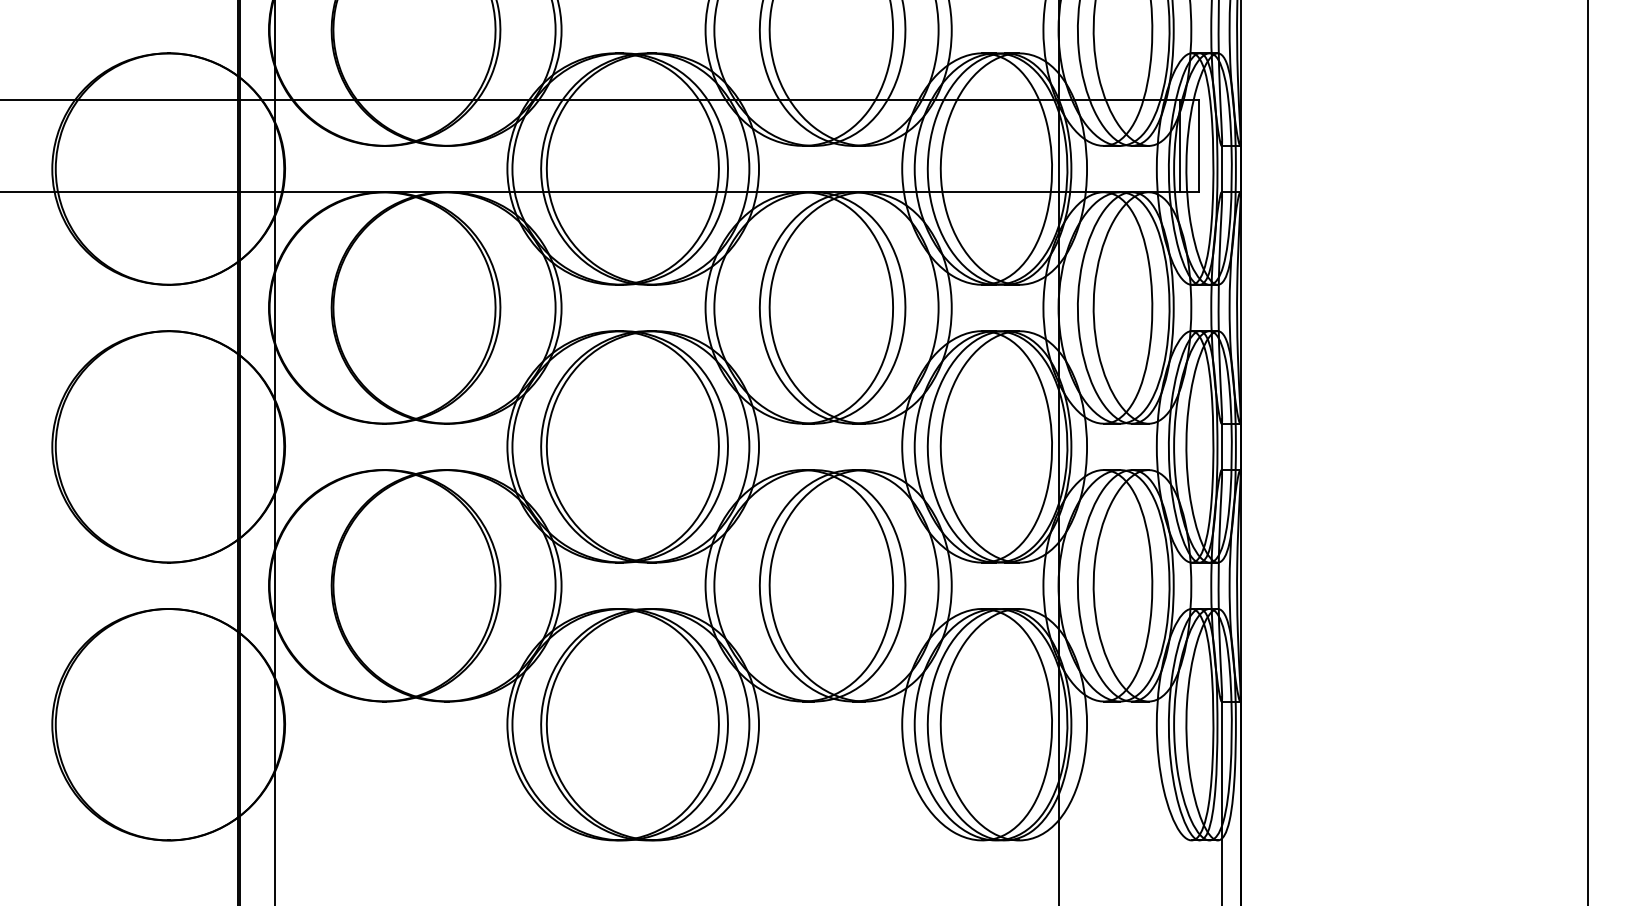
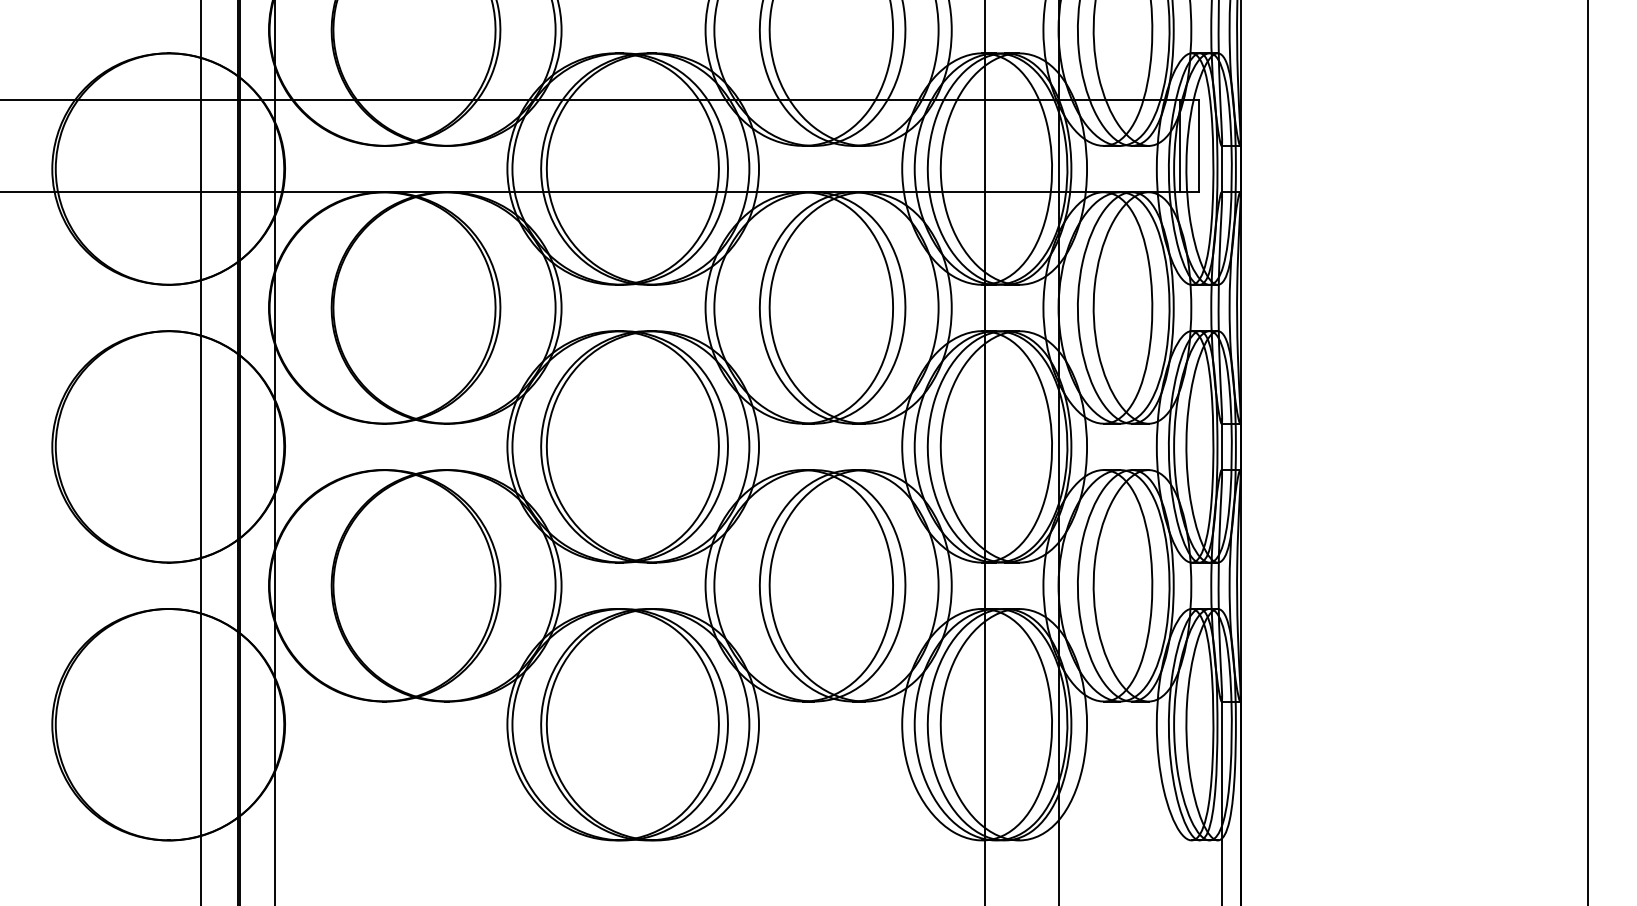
line at (201, 452): none -> present
line at (985, 452): none -> present
